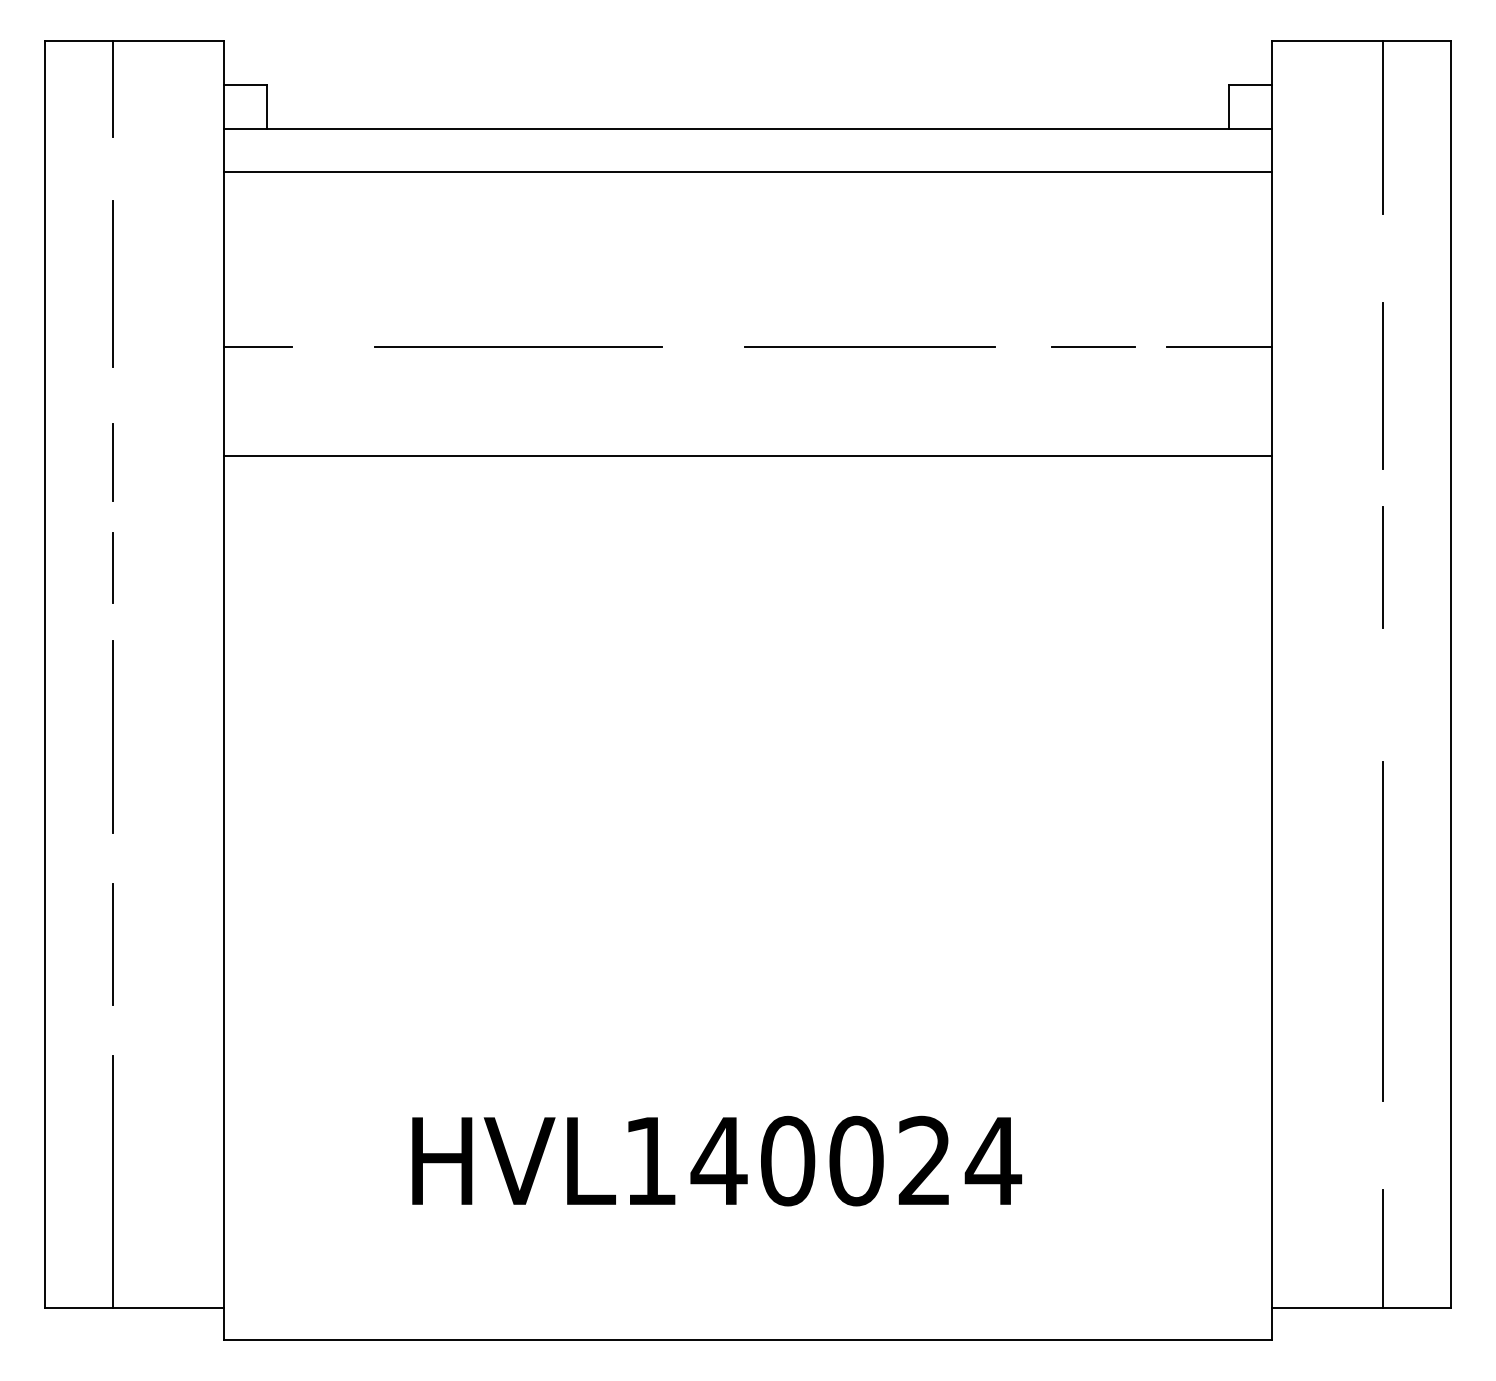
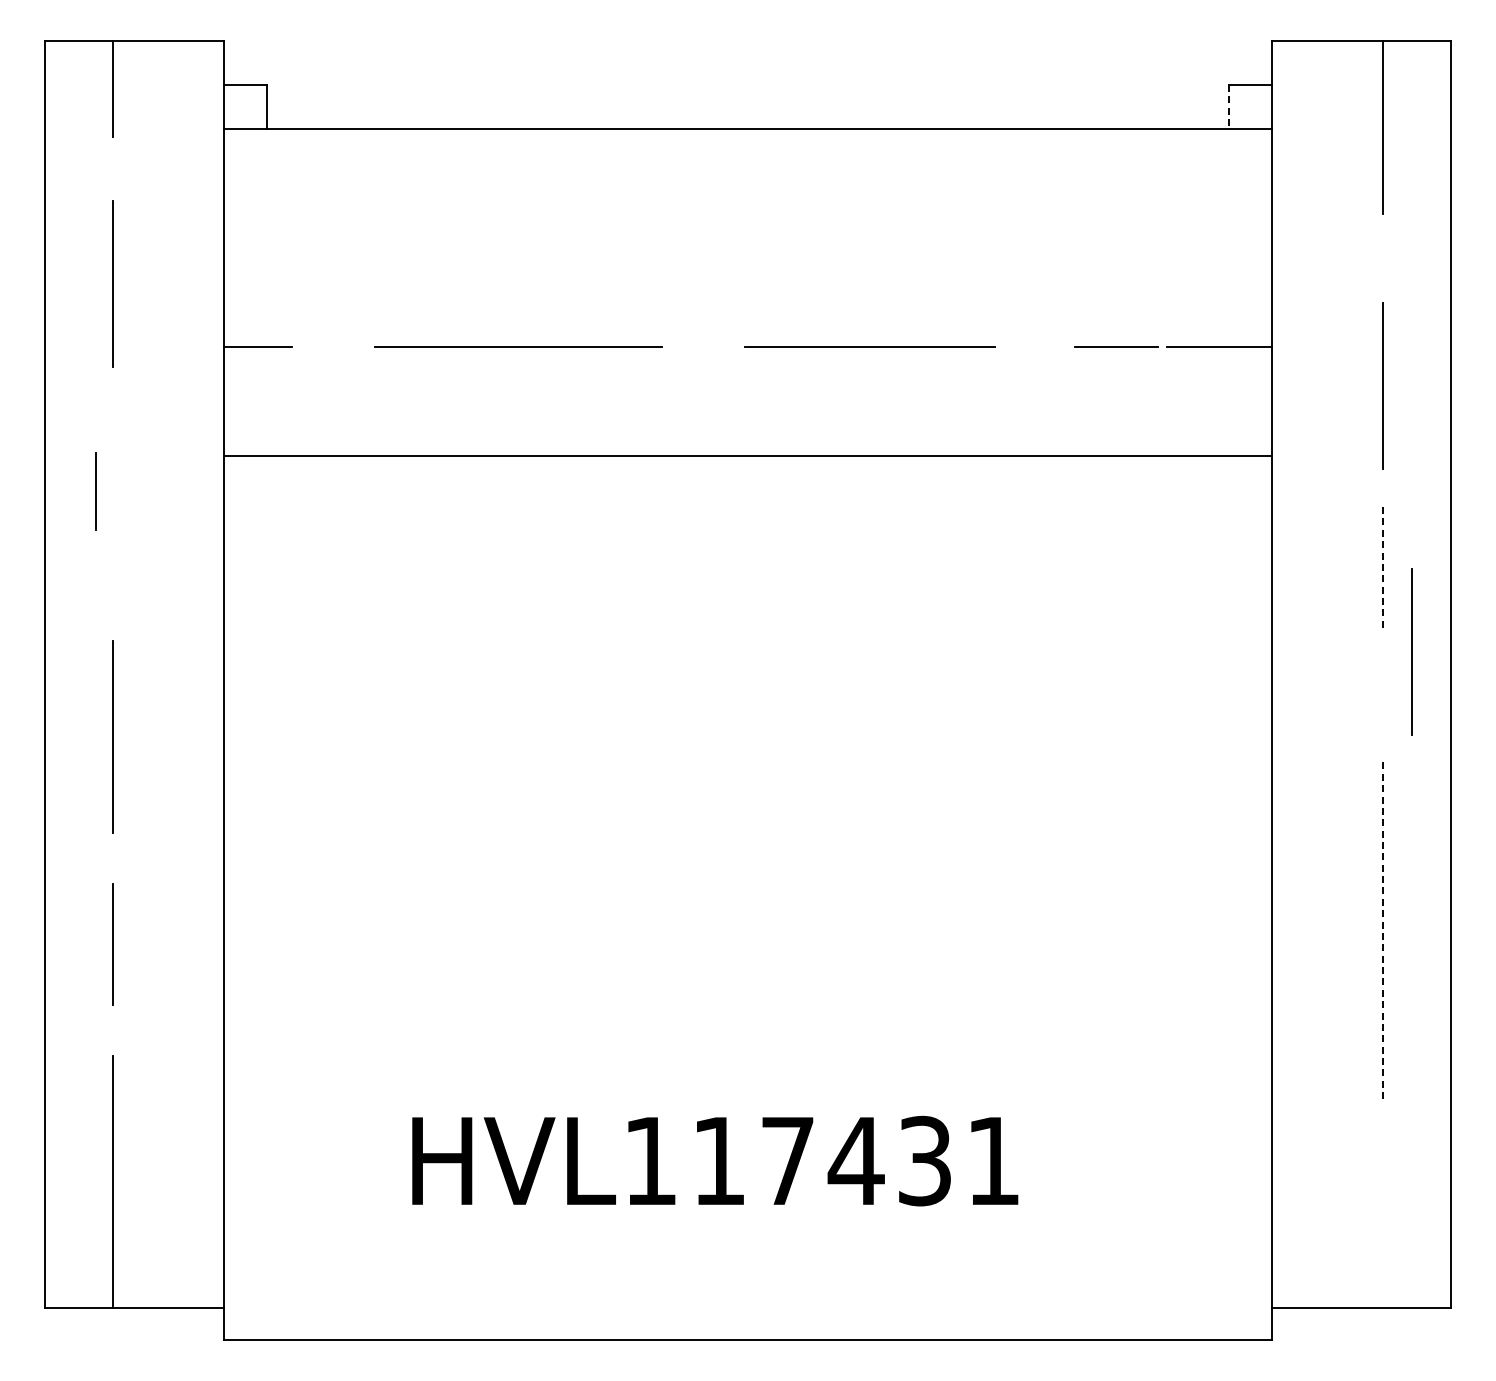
line at (1228, 106): solid -> dashed
line at (747, 172): present -> none
line at (1093, 346) position: (1093, 346) -> (1116, 346)
line at (112, 462) position: (112, 462) -> (95, 491)
line at (112, 567): present -> none
line at (1383, 567): solid -> dashed
line at (1411, 651): none -> present
line at (1383, 932): solid -> dashed
text at (856, 1160): HVL140024 -> HVL117431
line at (1383, 1249): present -> none
